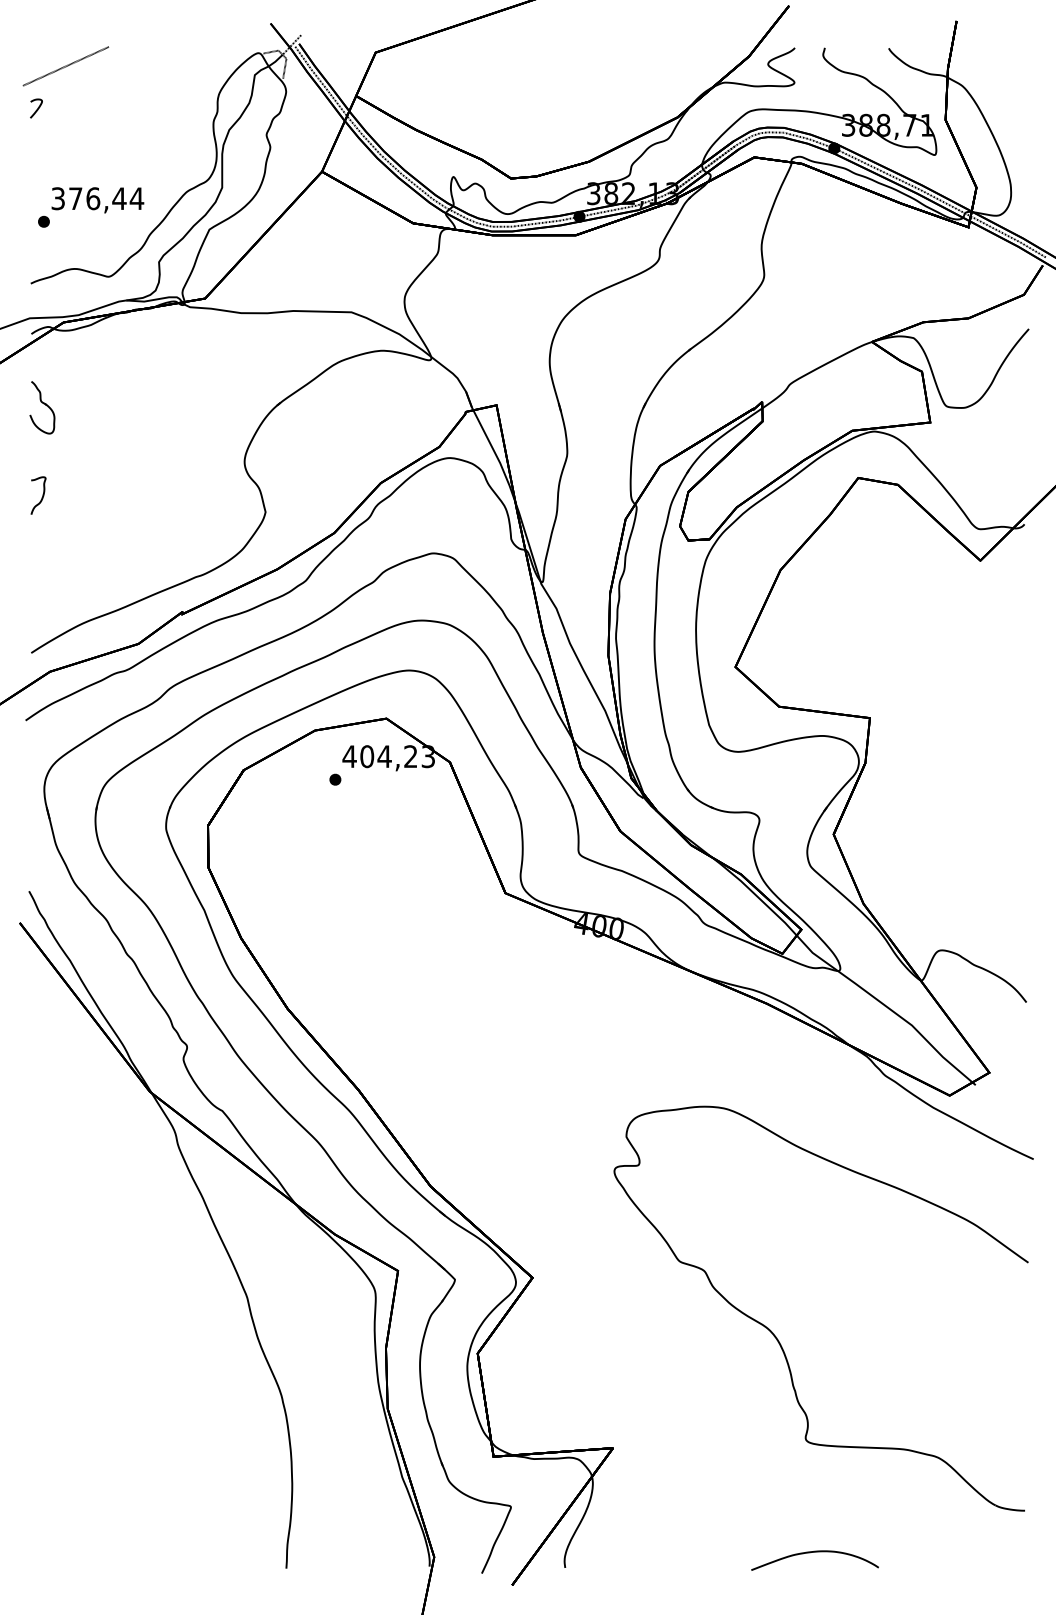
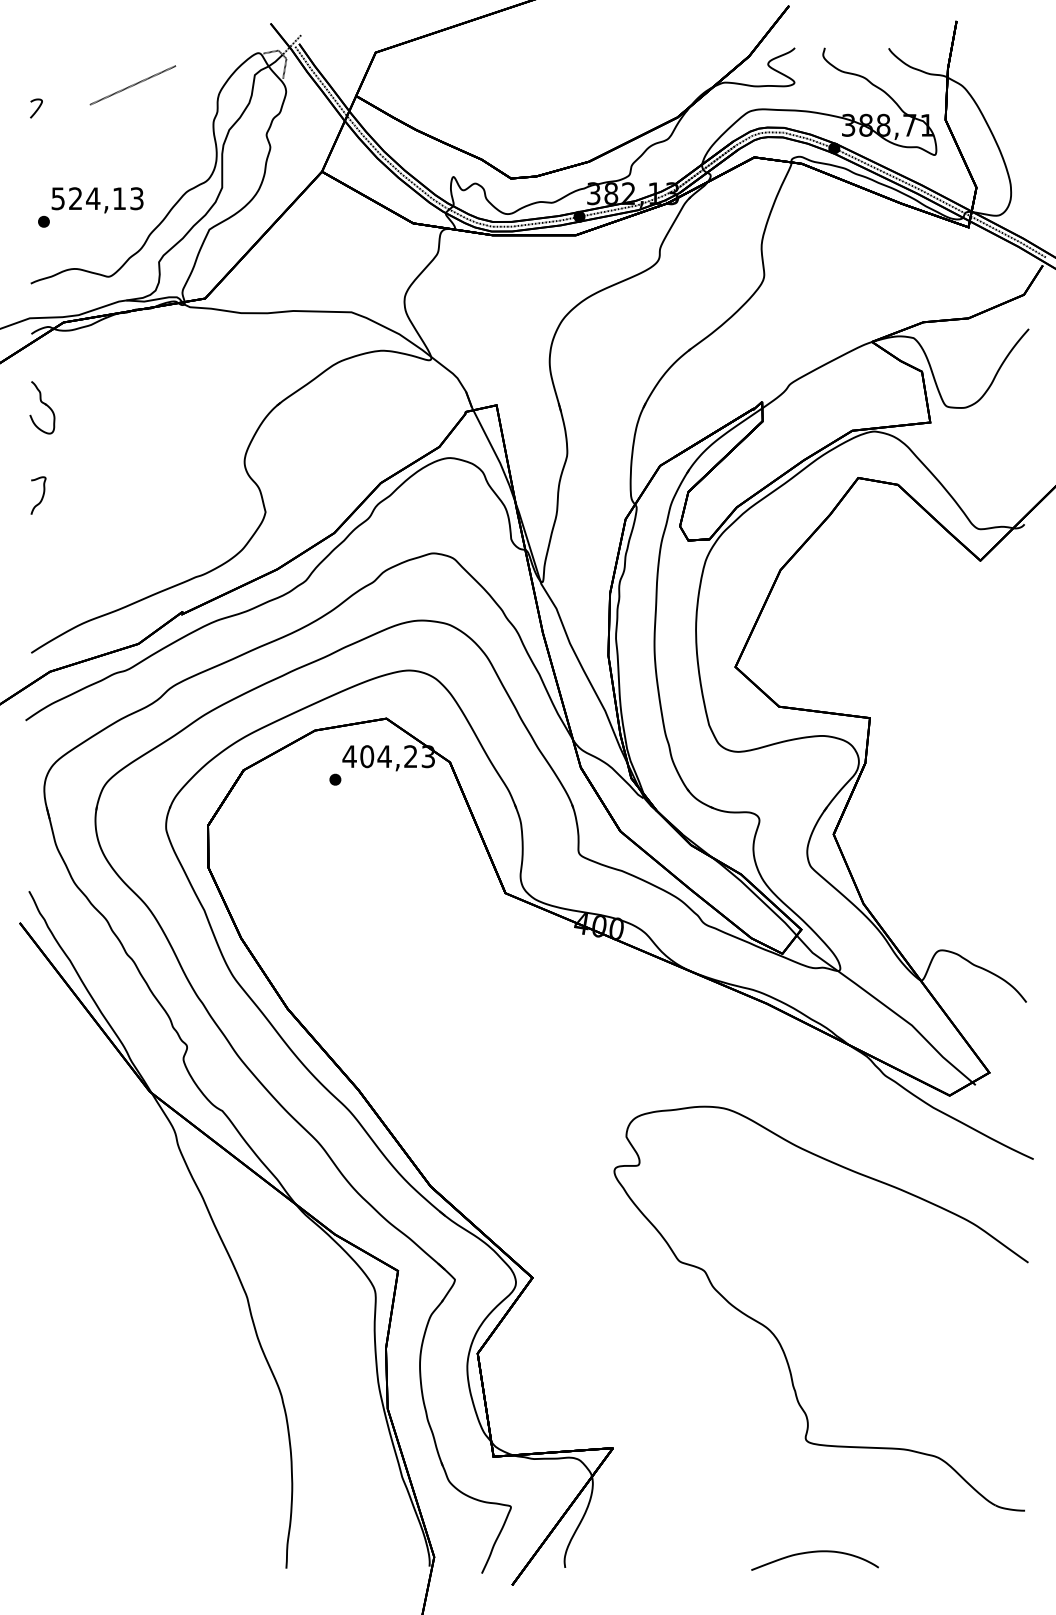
line at (65, 66) position: (65, 66) -> (132, 85)
text at (98, 198): 376,44 -> 524,13
